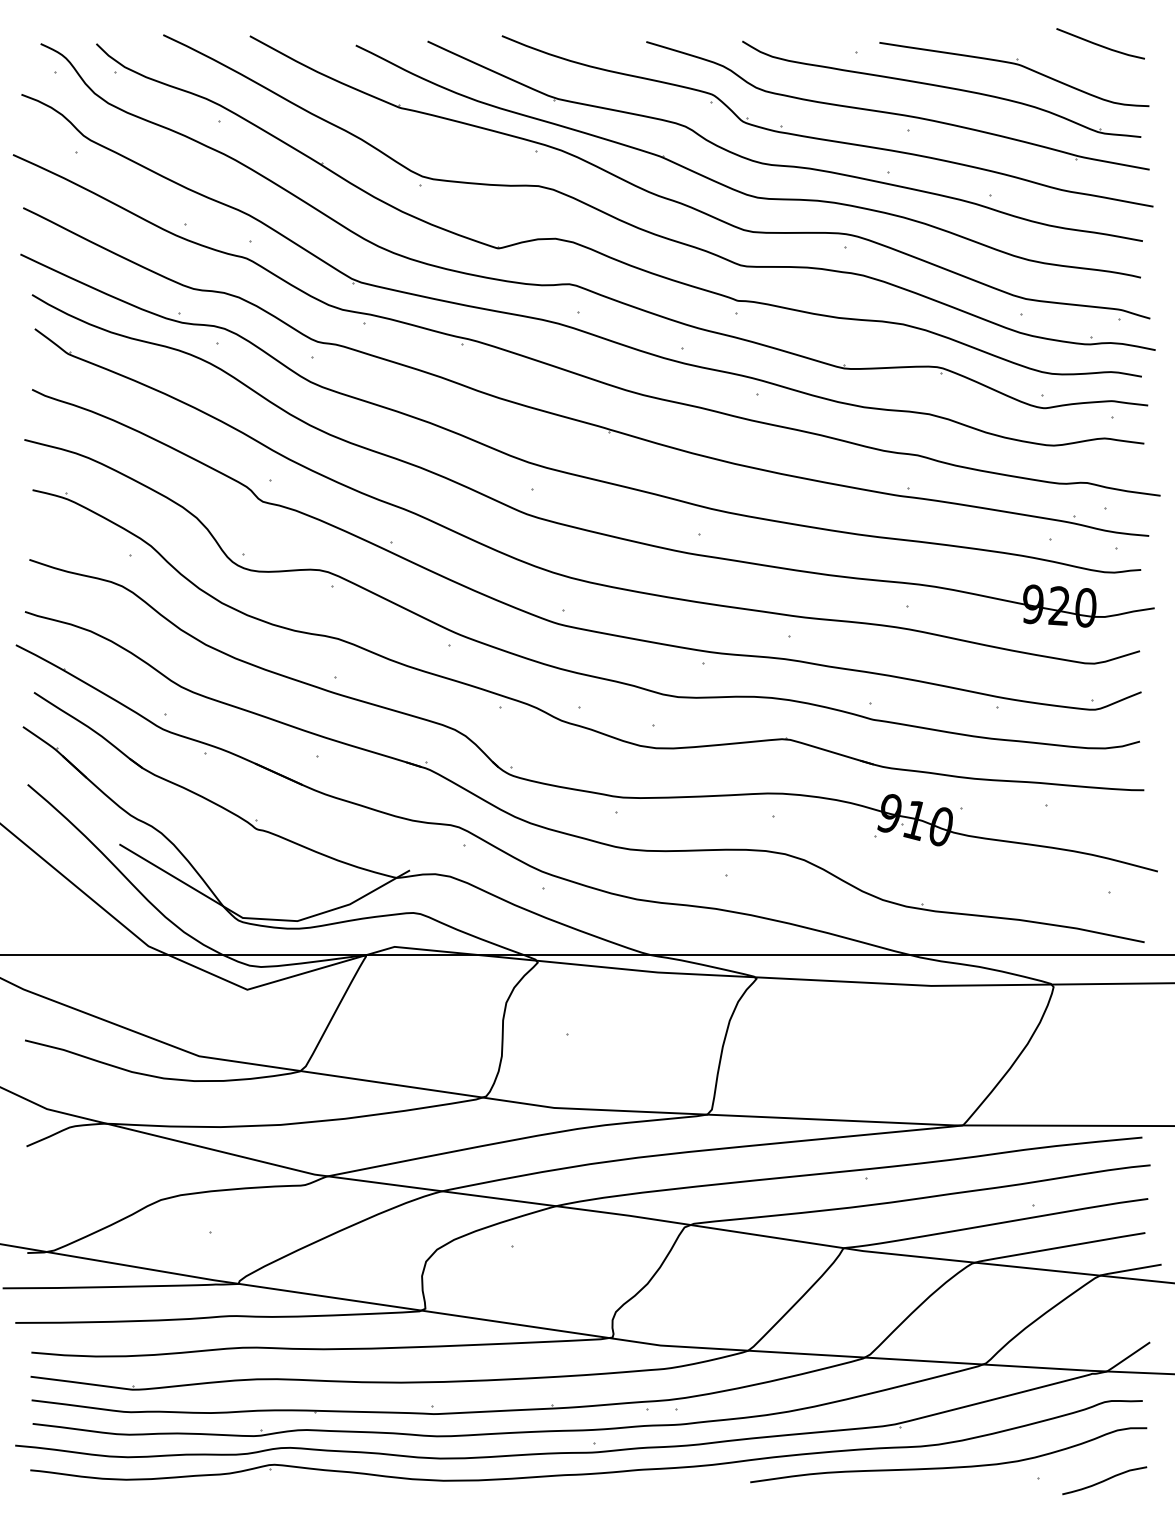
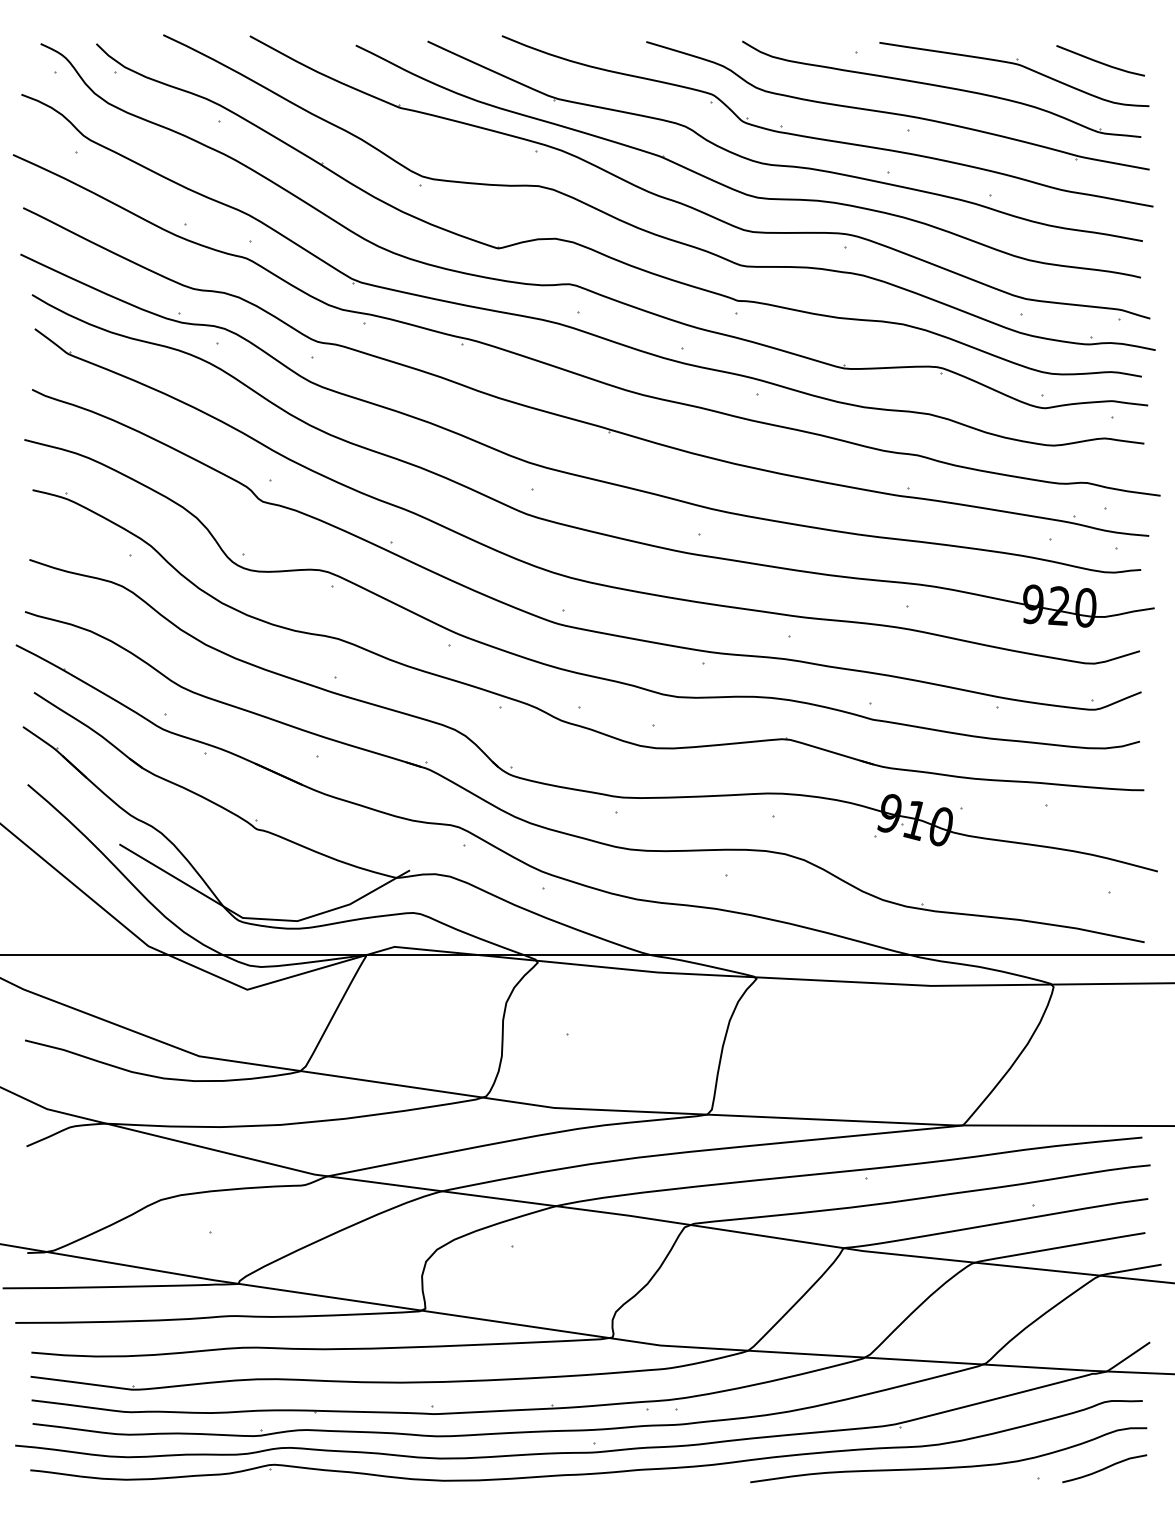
line at (1100, 44) position: (1100, 44) -> (1100, 61)
curve at (1104, 1480) position: (1104, 1480) -> (1104, 1468)
